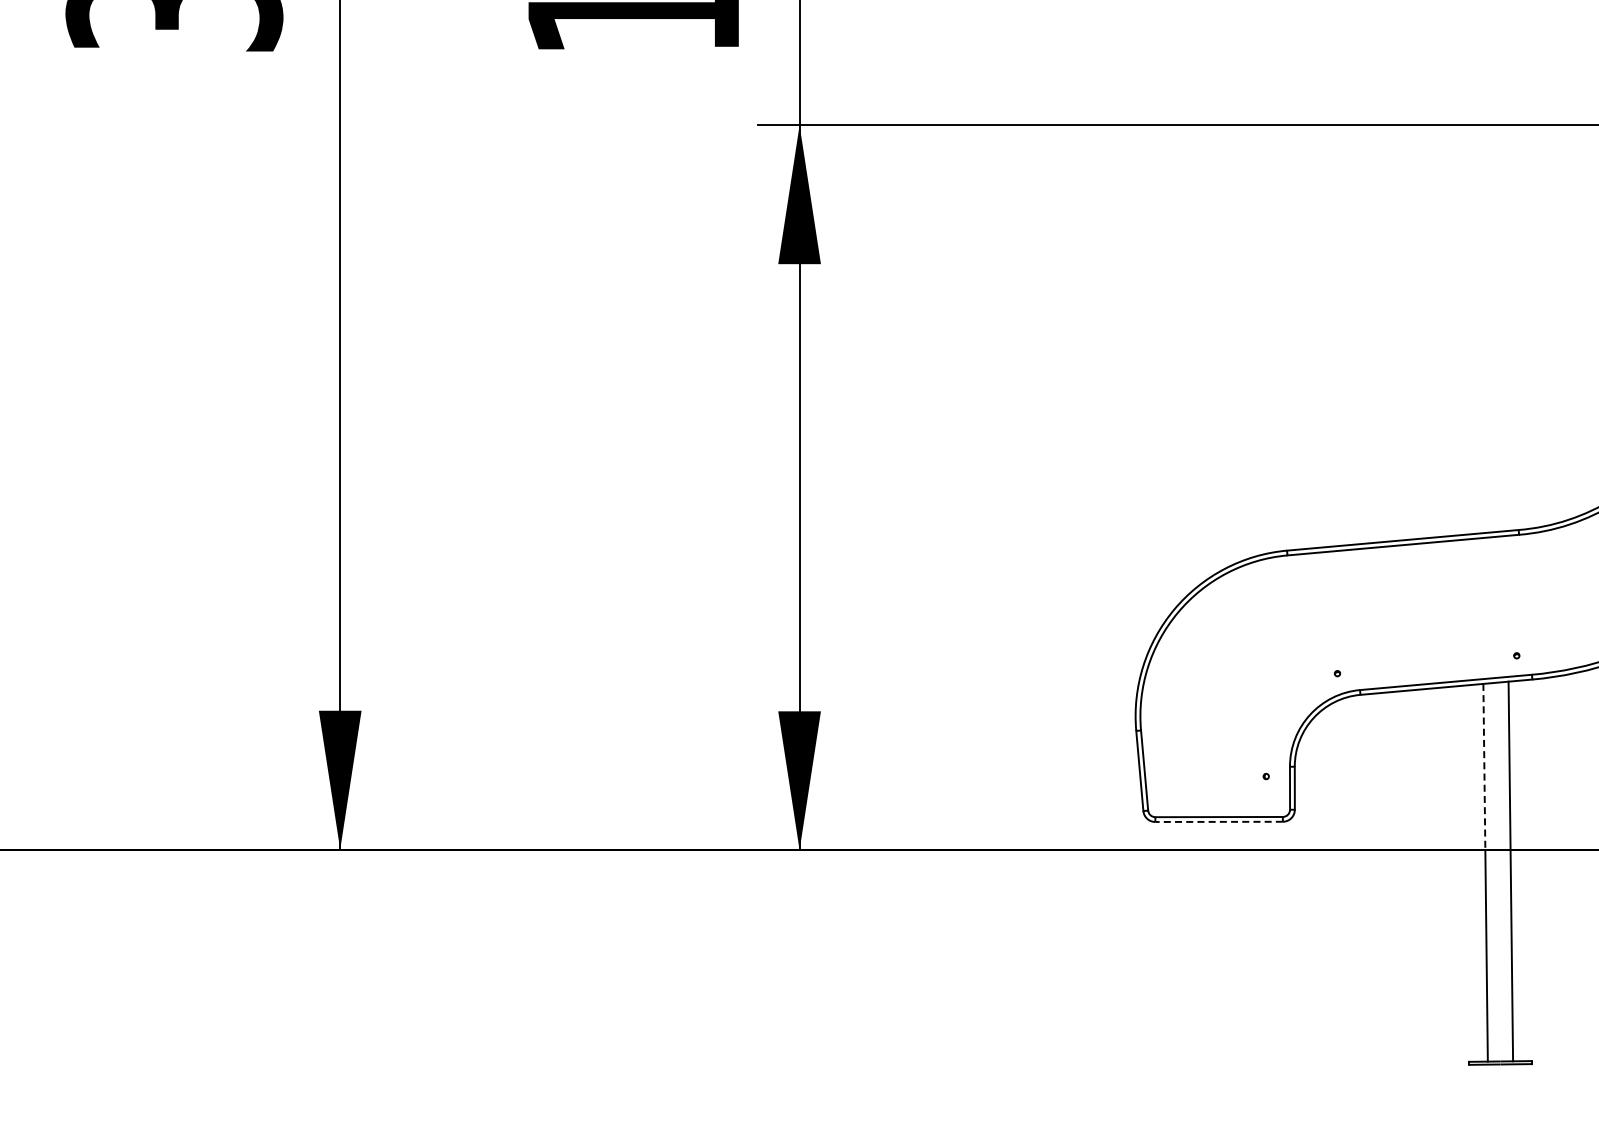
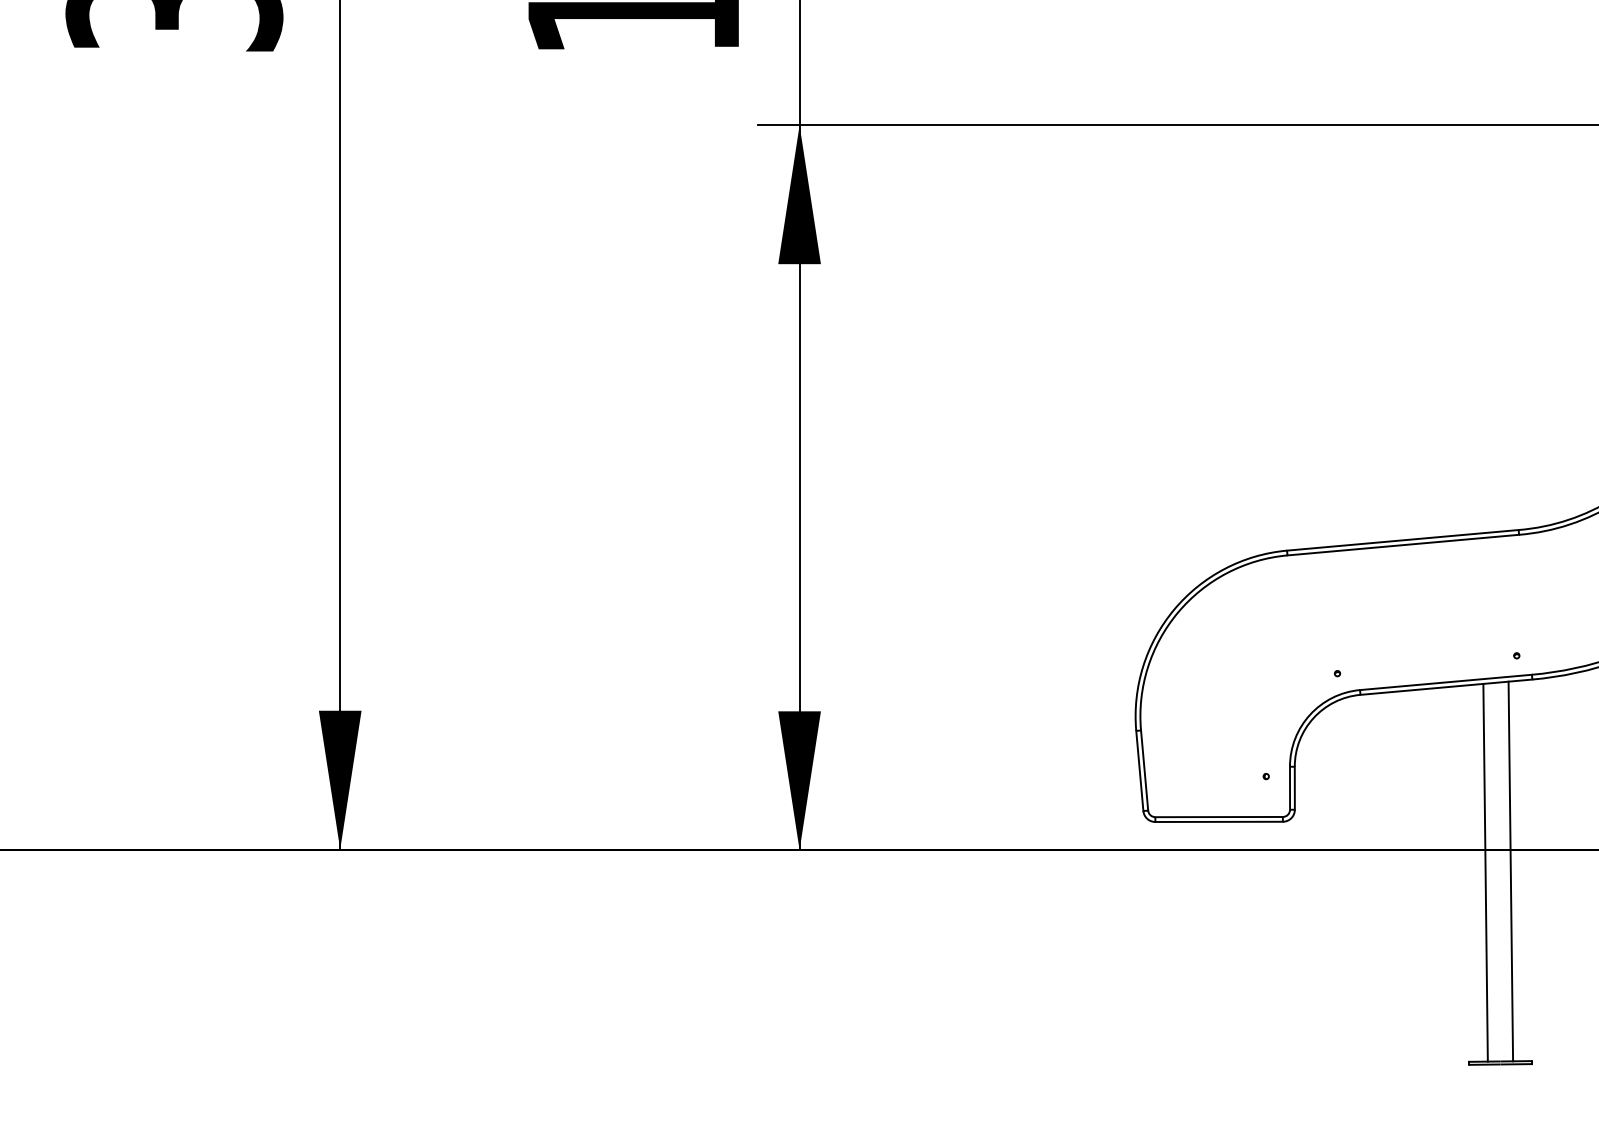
line at (1484, 766): dashed -> solid
line at (1219, 821): dashed -> solid
